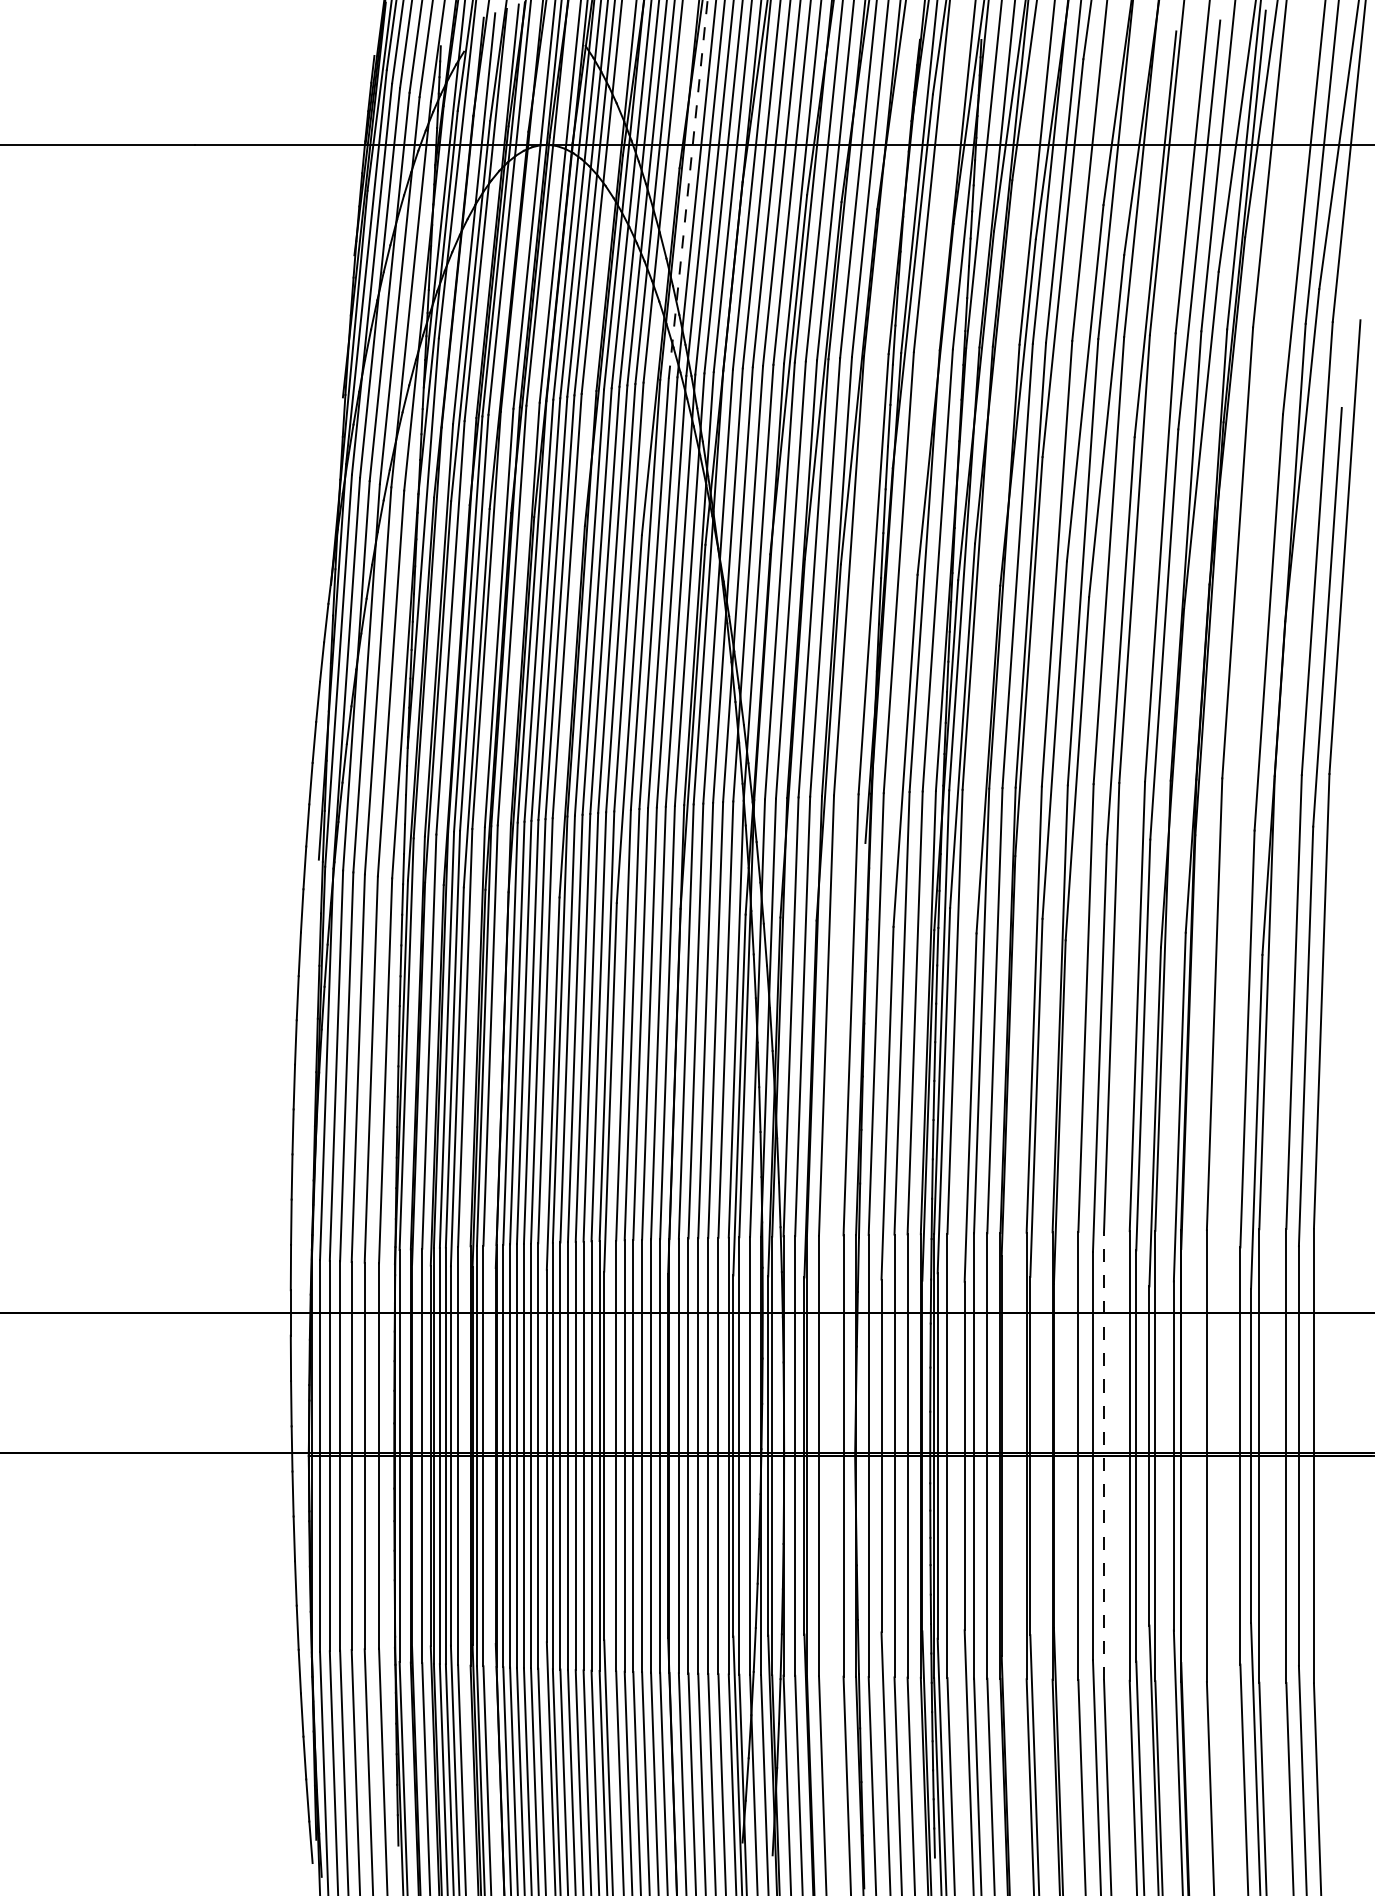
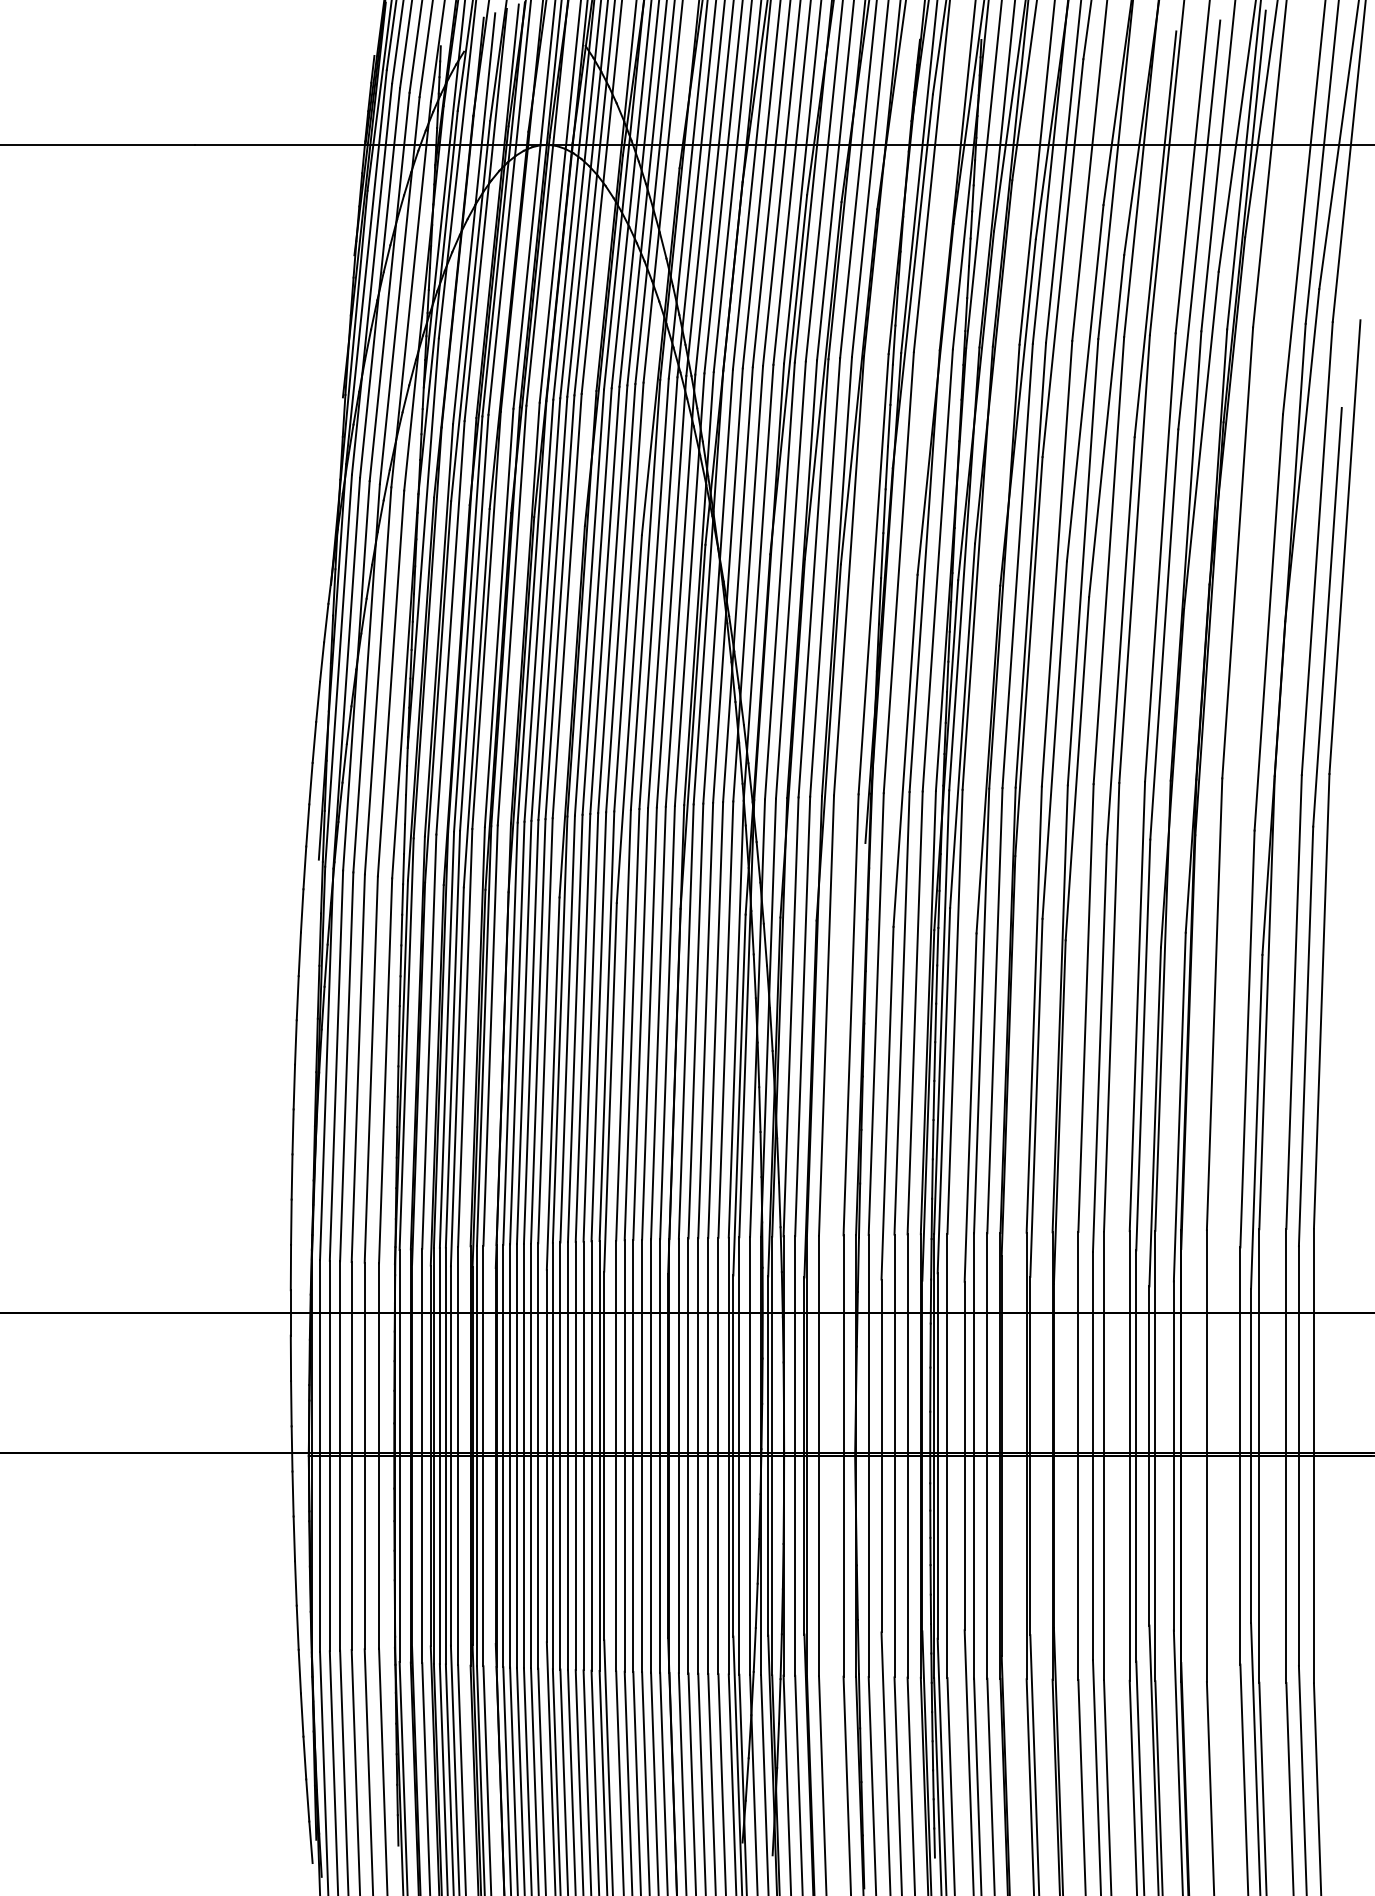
line at (688, 188): dashed -> solid
line at (1104, 1455): dashed -> solid
